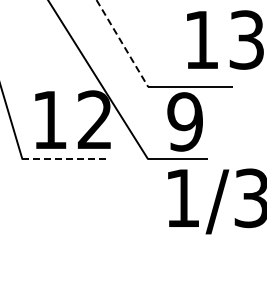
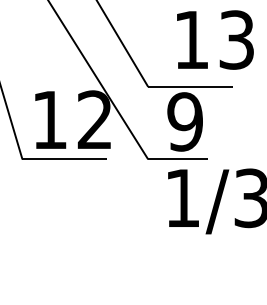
text at (225, 39) position: (225, 39) -> (215, 39)
line at (122, 44): dashed -> solid
line at (65, 159): dashed -> solid
